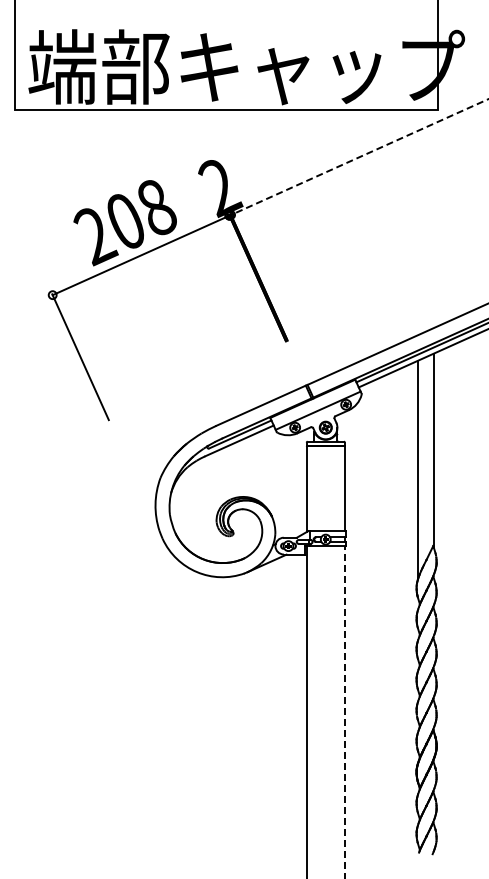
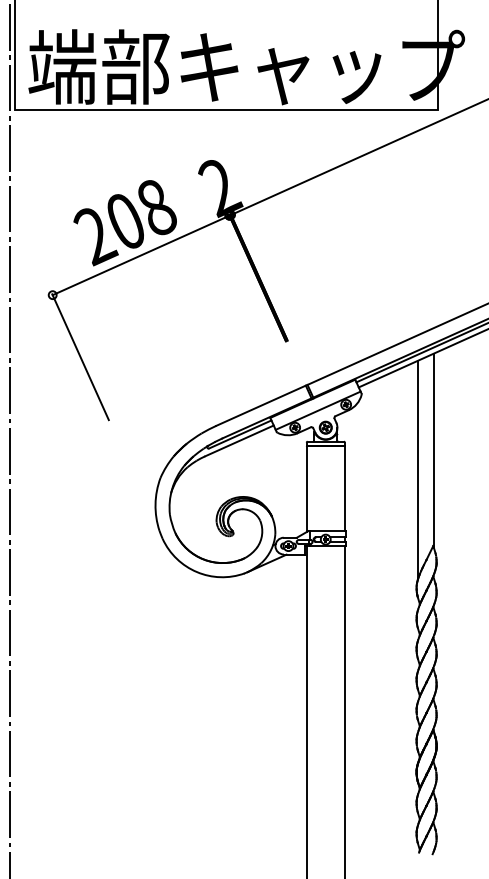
line at (359, 157): dashed -> solid
line at (10, 438): none -> present
line at (344, 712): dashed -> solid
